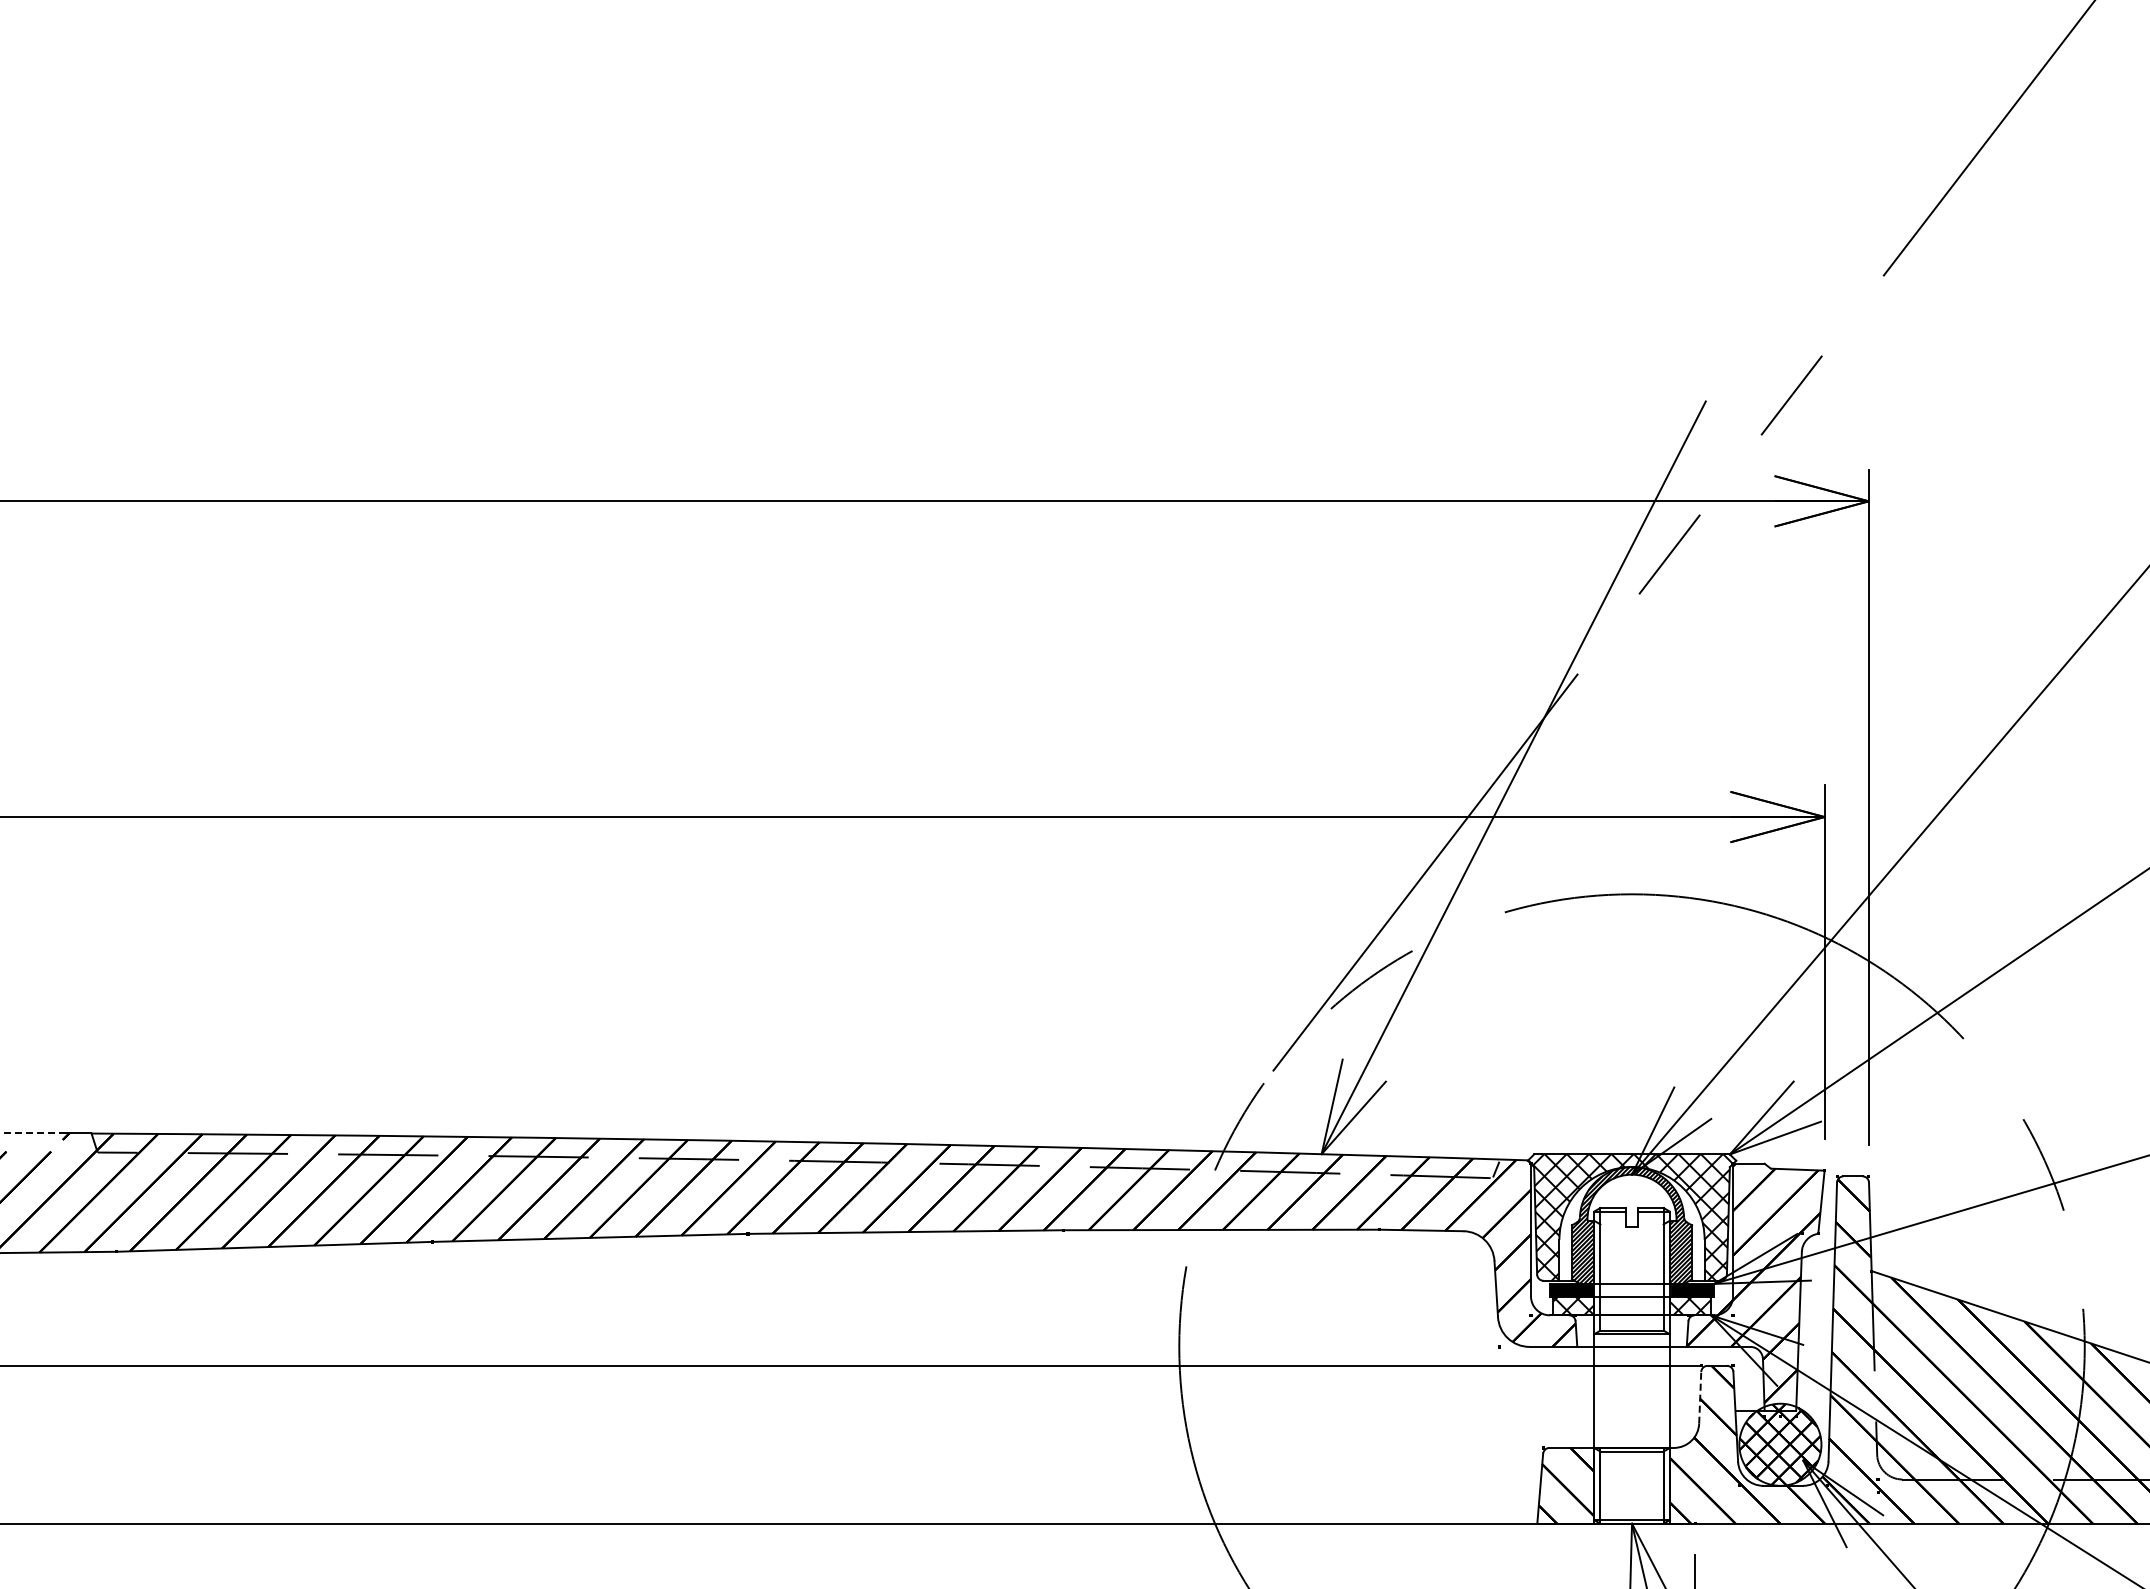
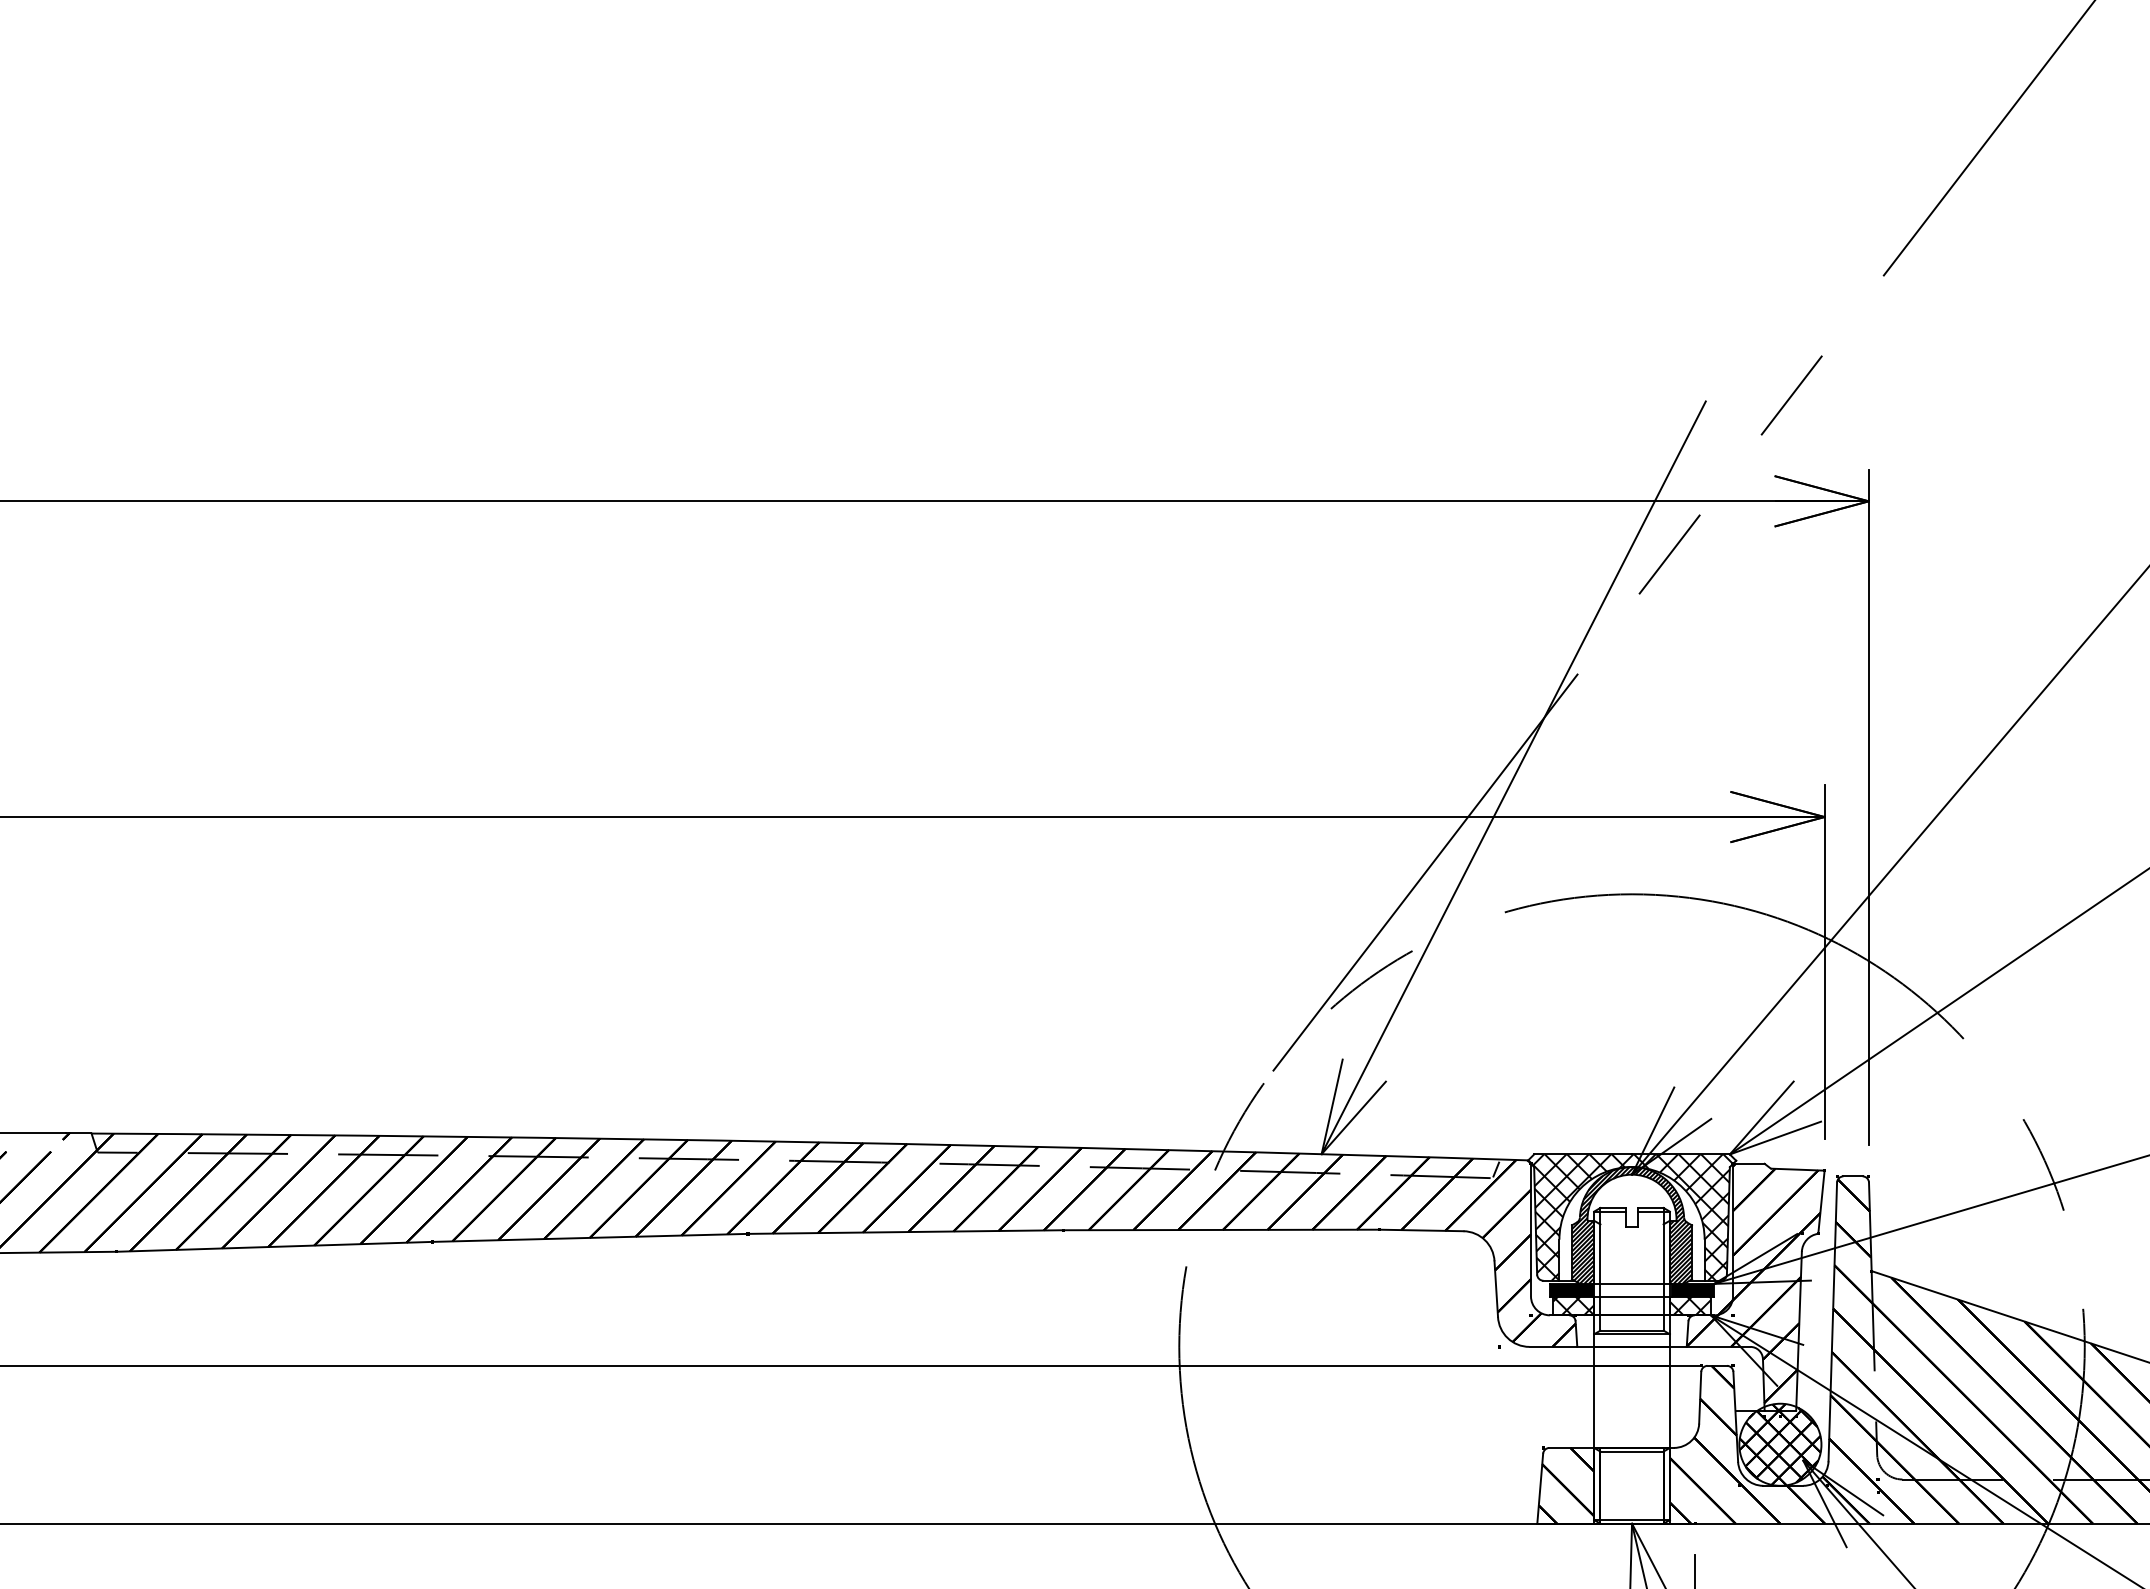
line at (33, 1132): dashed -> solid
line at (1700, 1397): dashed -> solid
